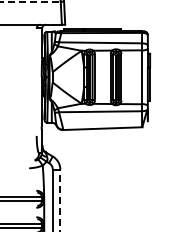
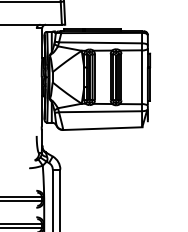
line at (30, 1): dashed -> solid
line at (60, 200): dashed -> solid
